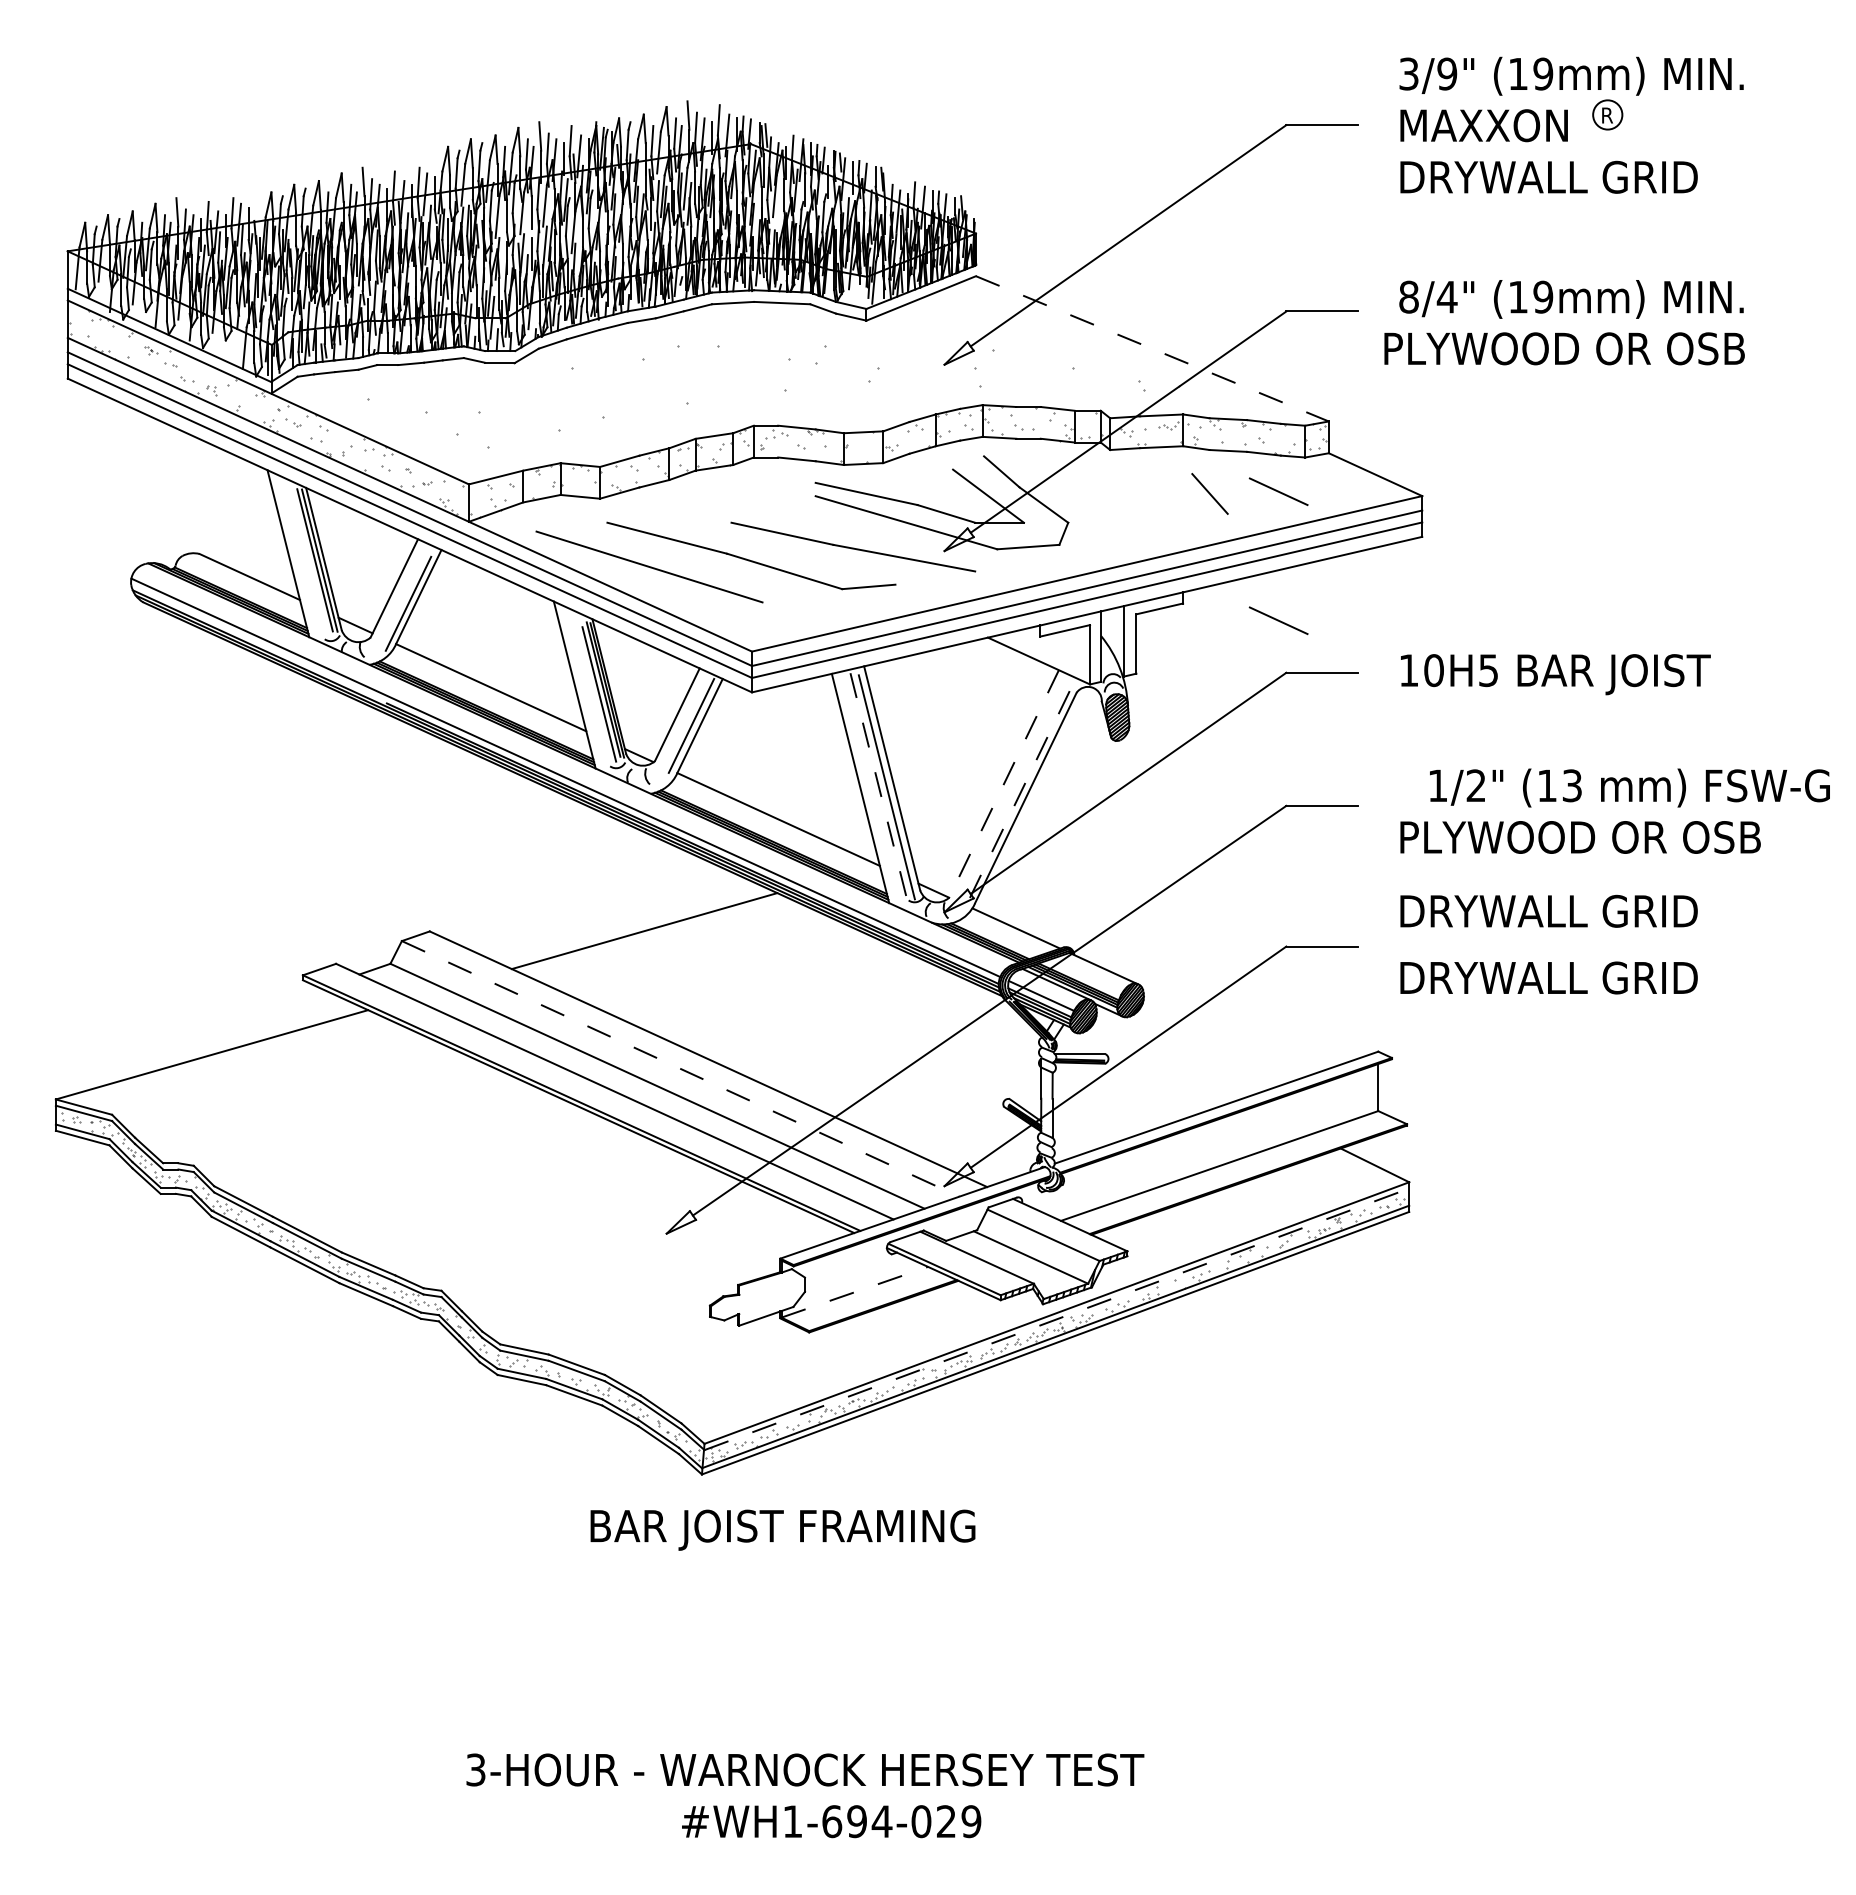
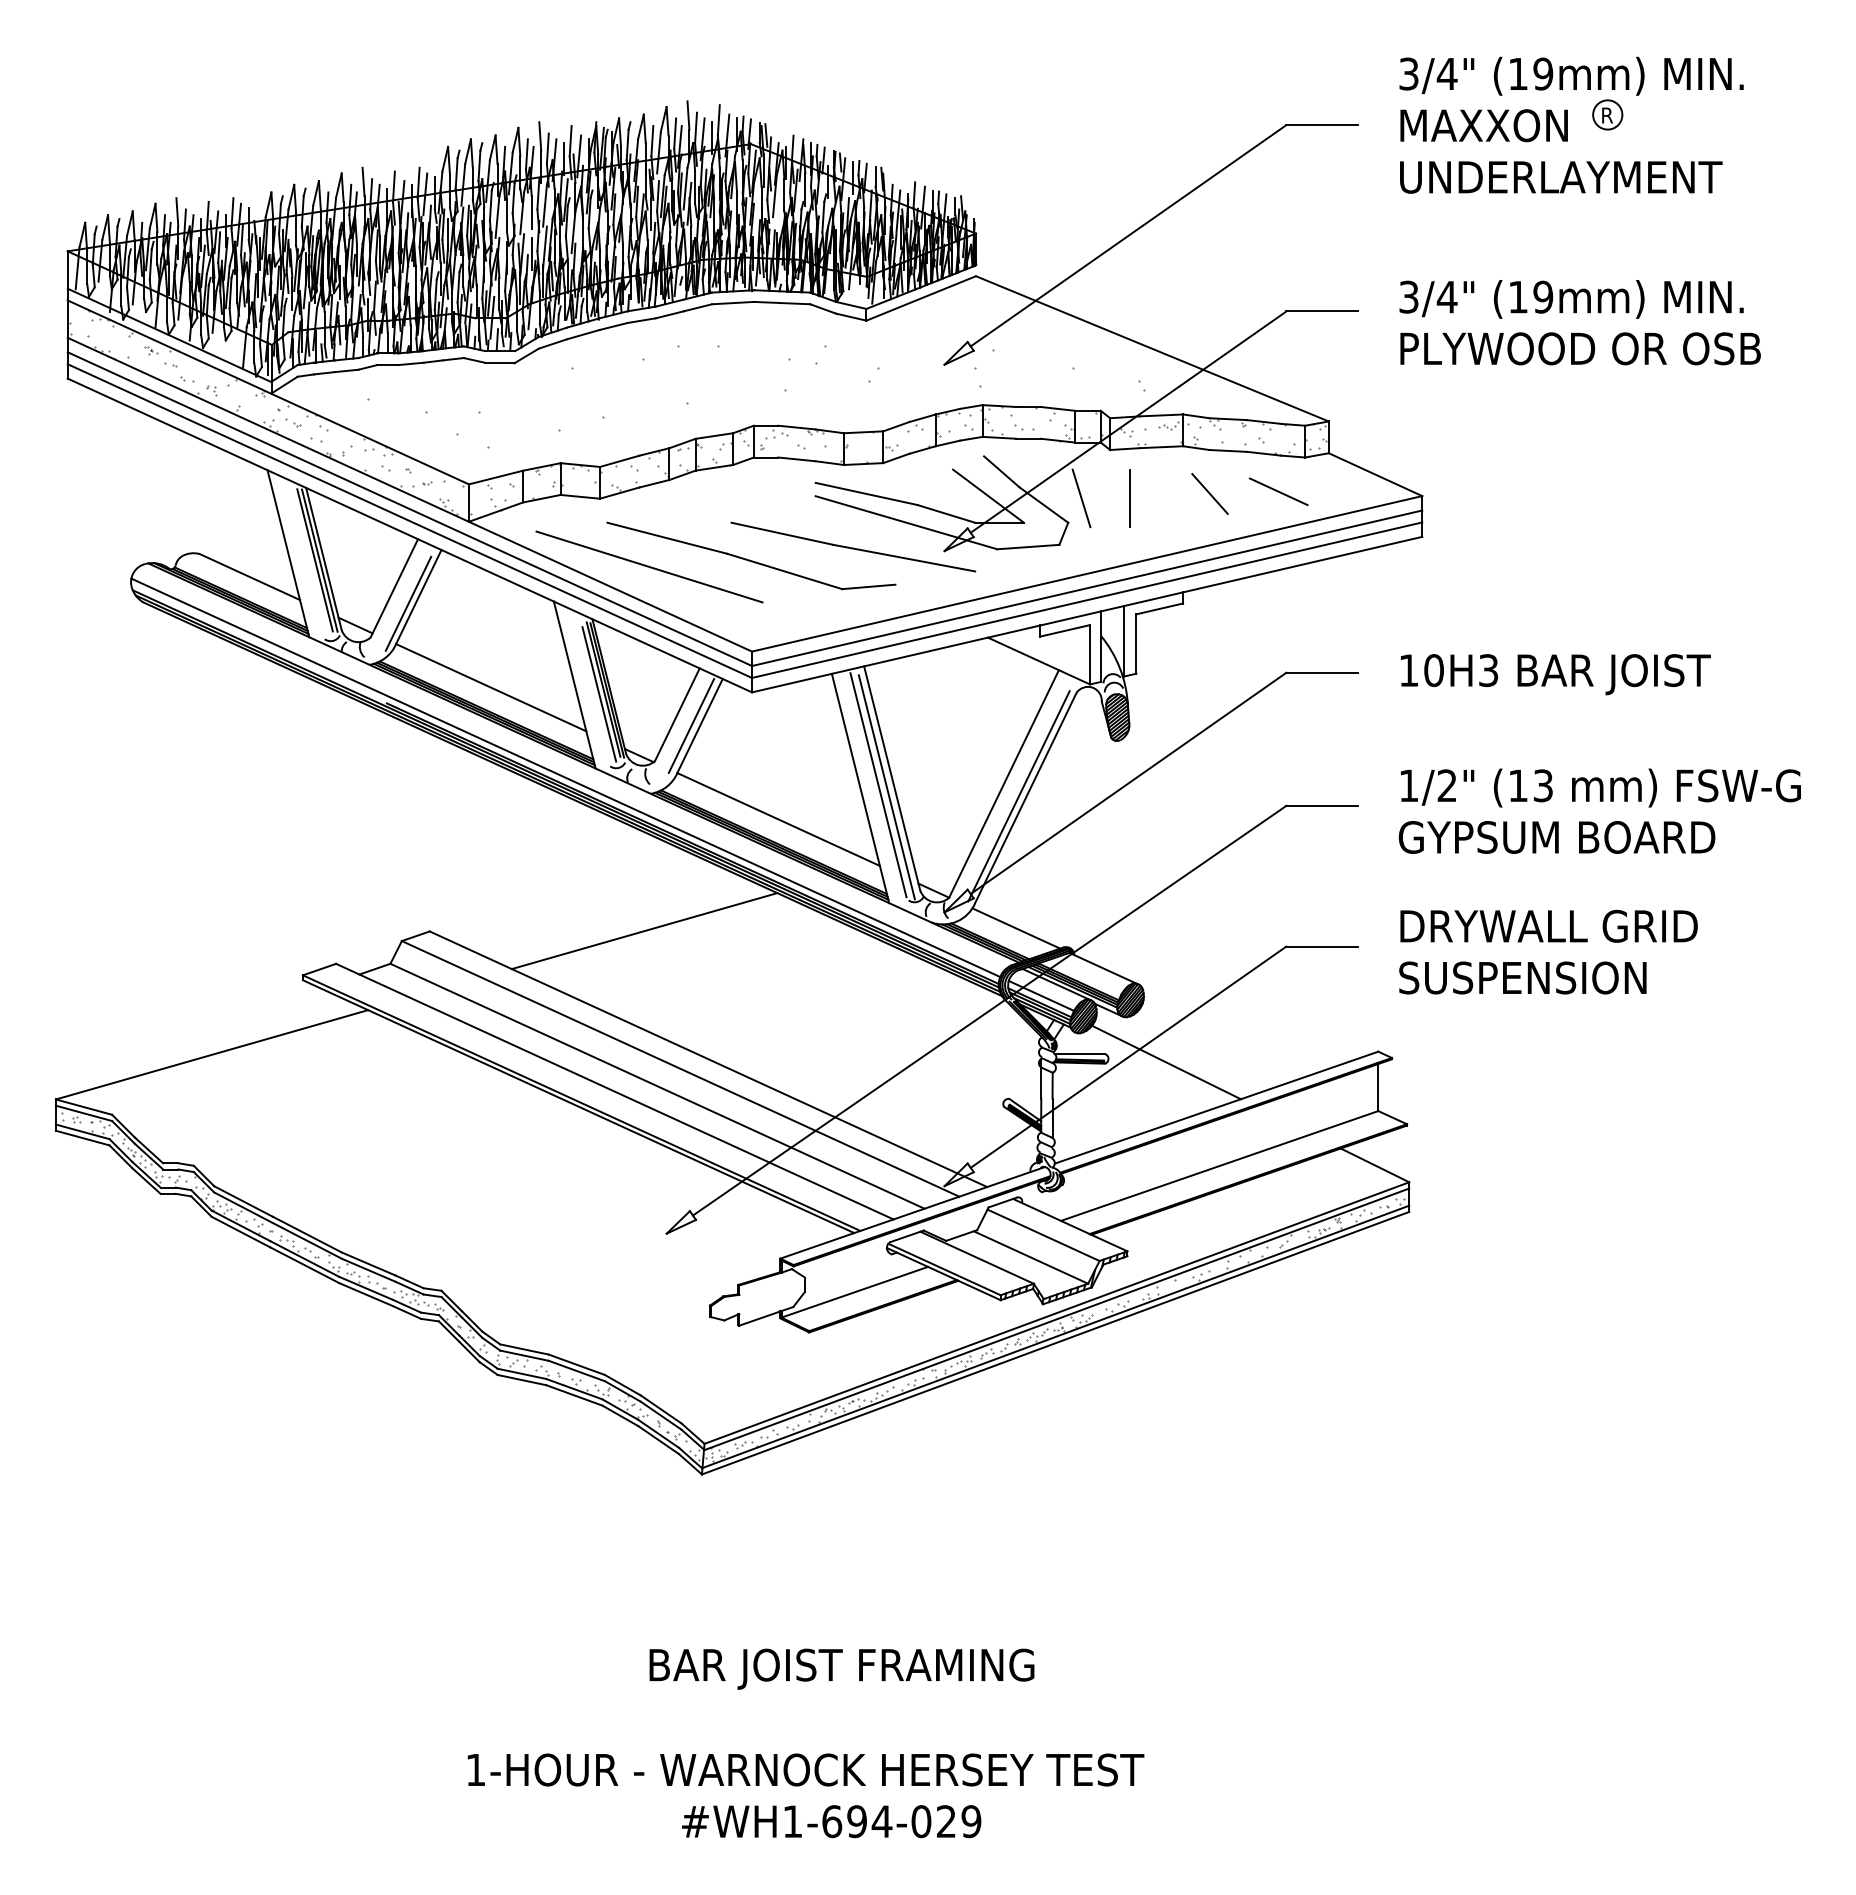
text at (1446, 73): 3/9" -> 3/4"
text at (1561, 176): DRYWALL GRID -> UNDERLAYMENT
text at (1408, 296): 8/4" -> 3/4"
line at (1152, 348): dashed -> solid
text at (1564, 348) position: (1564, 348) -> (1580, 348)
line at (1081, 498): none -> present
line at (1130, 498): none -> present
line at (1278, 620): present -> none
text at (1488, 670): 10H5 -> 10H3
line at (1003, 784): dashed -> solid
line at (878, 785): dashed -> solid
text at (1629, 787) position: (1629, 787) -> (1600, 787)
line at (1018, 796): dashed -> solid
text at (1579, 837): PLYWOOD OR OSB -> GYPSUM BOARD
text at (1548, 910) position: (1548, 910) -> (1548, 925)
text at (1548, 977): DRYWALL GRID -> SUSPENSION
line at (1166, 1062): none -> present
line at (680, 1068): dashed -> solid
line at (854, 1292): dashed -> solid
line at (1056, 1319): dashed -> solid
text at (782, 1529) position: (782, 1529) -> (841, 1668)
text at (475, 1769): 3-HOUR -> 1-HOUR
